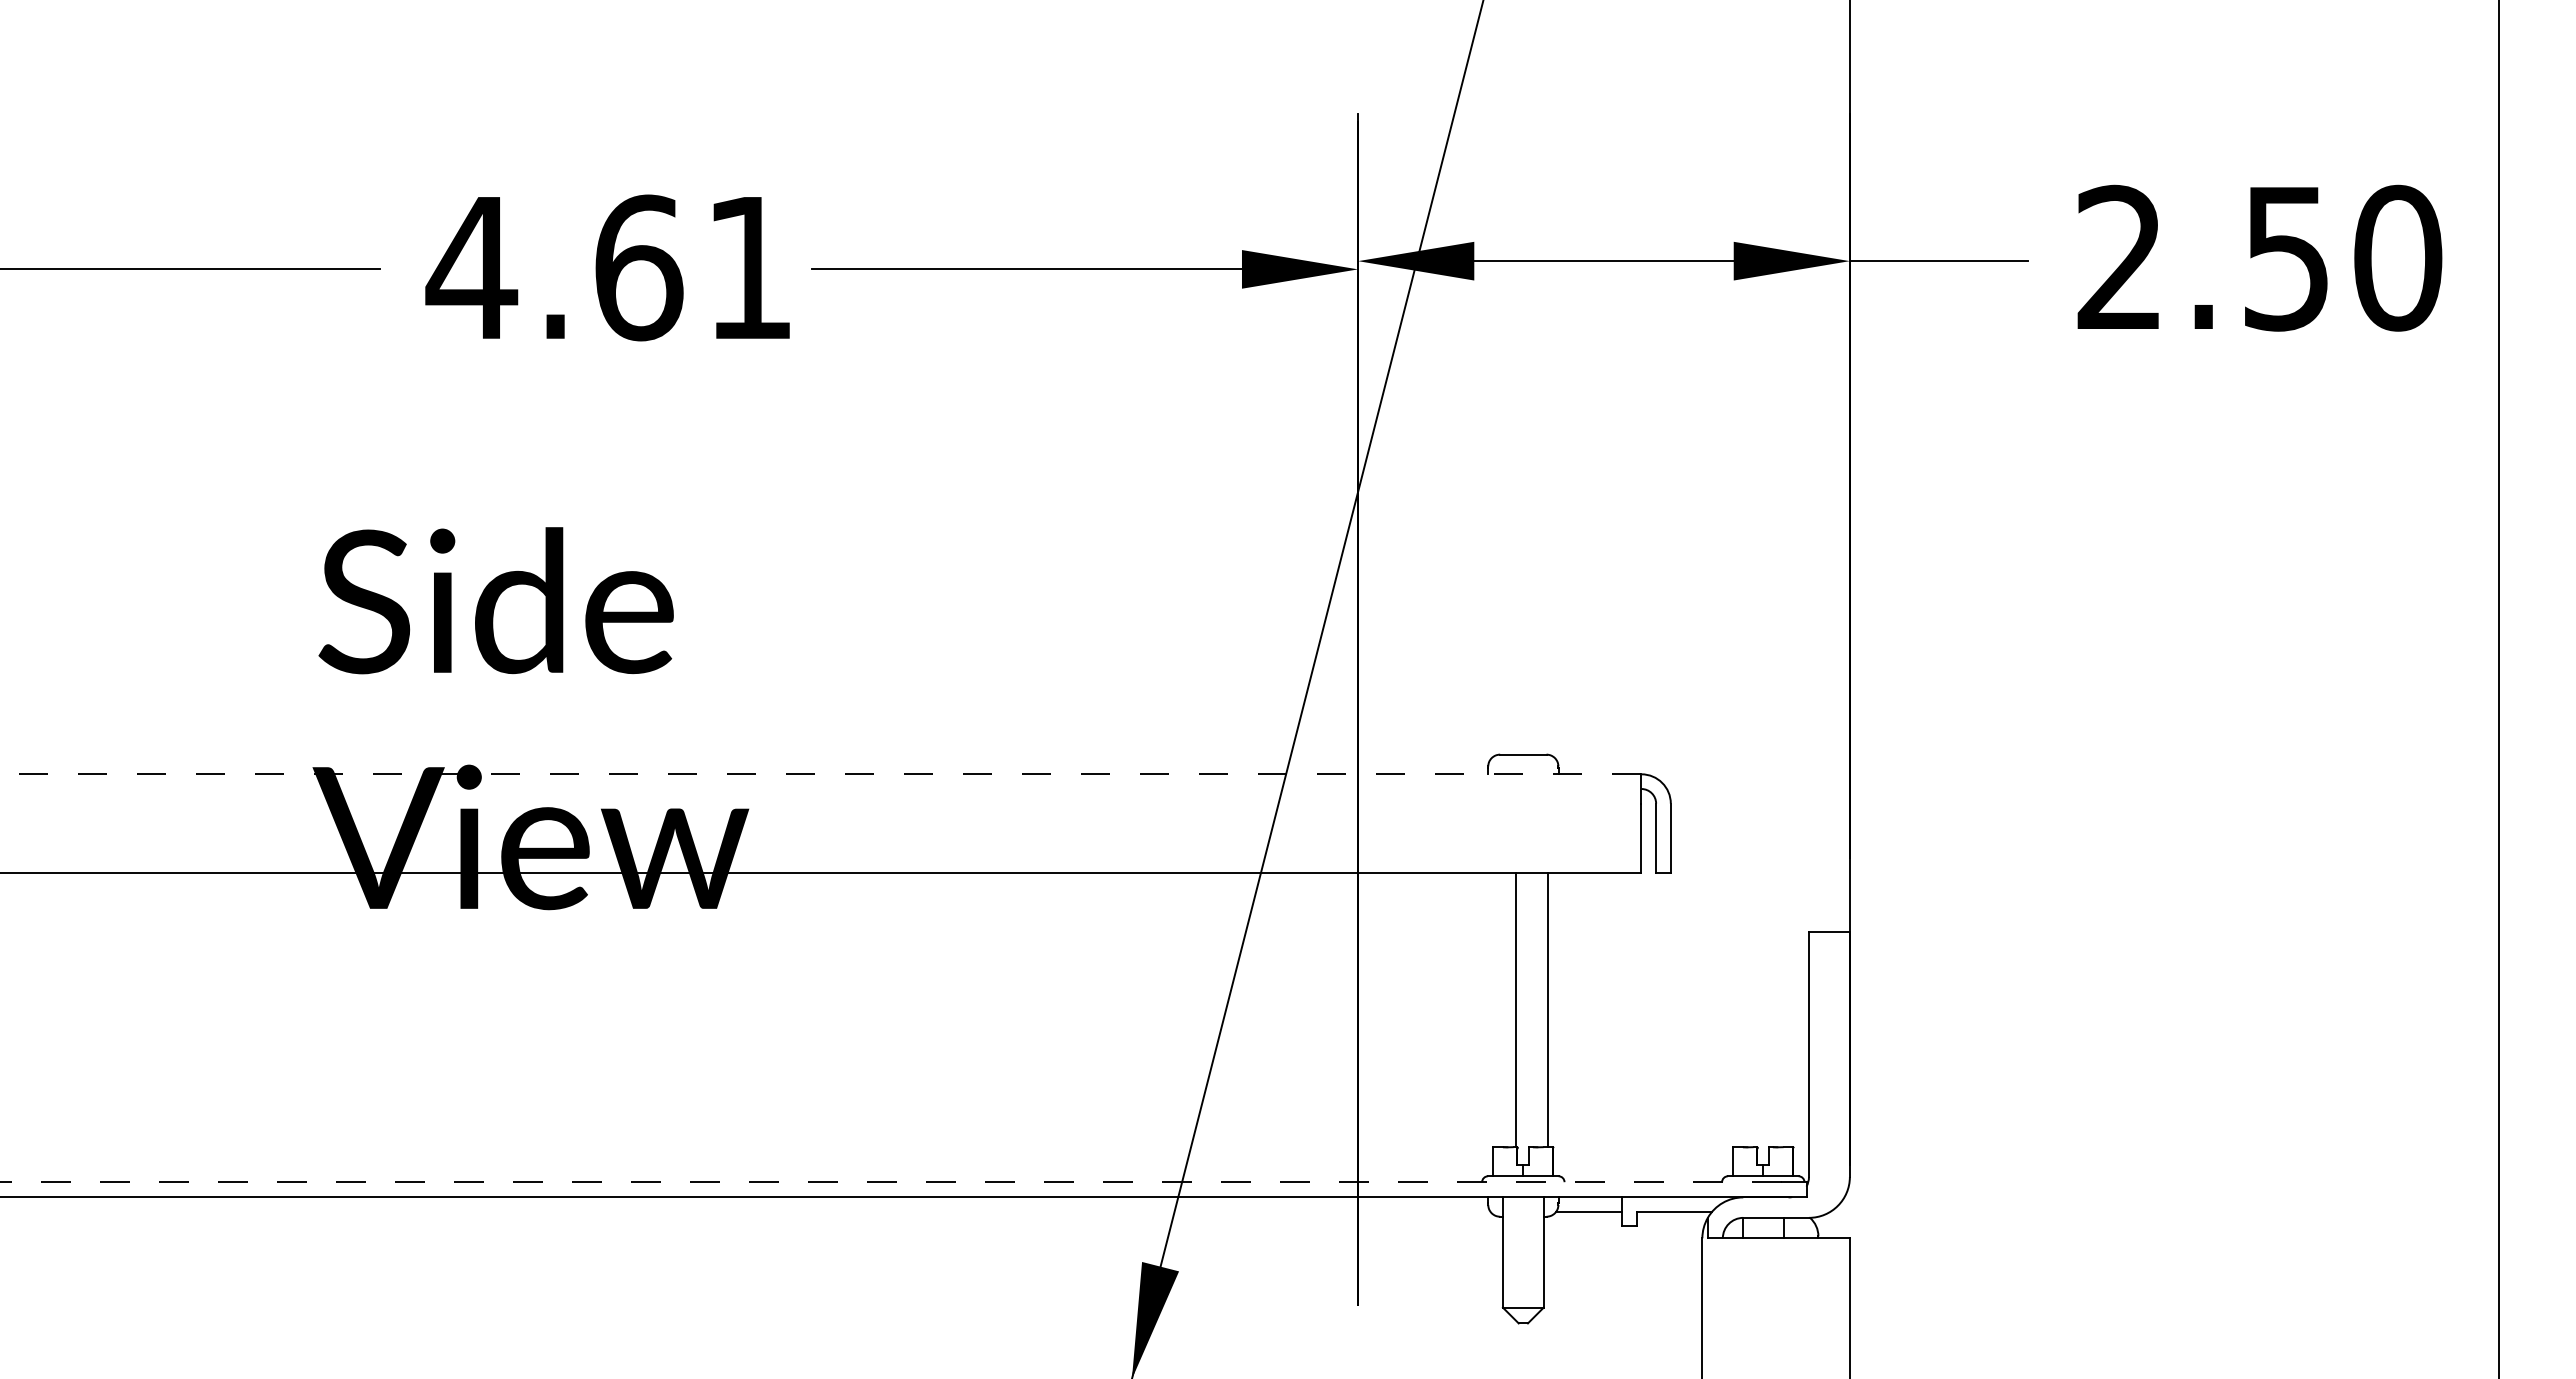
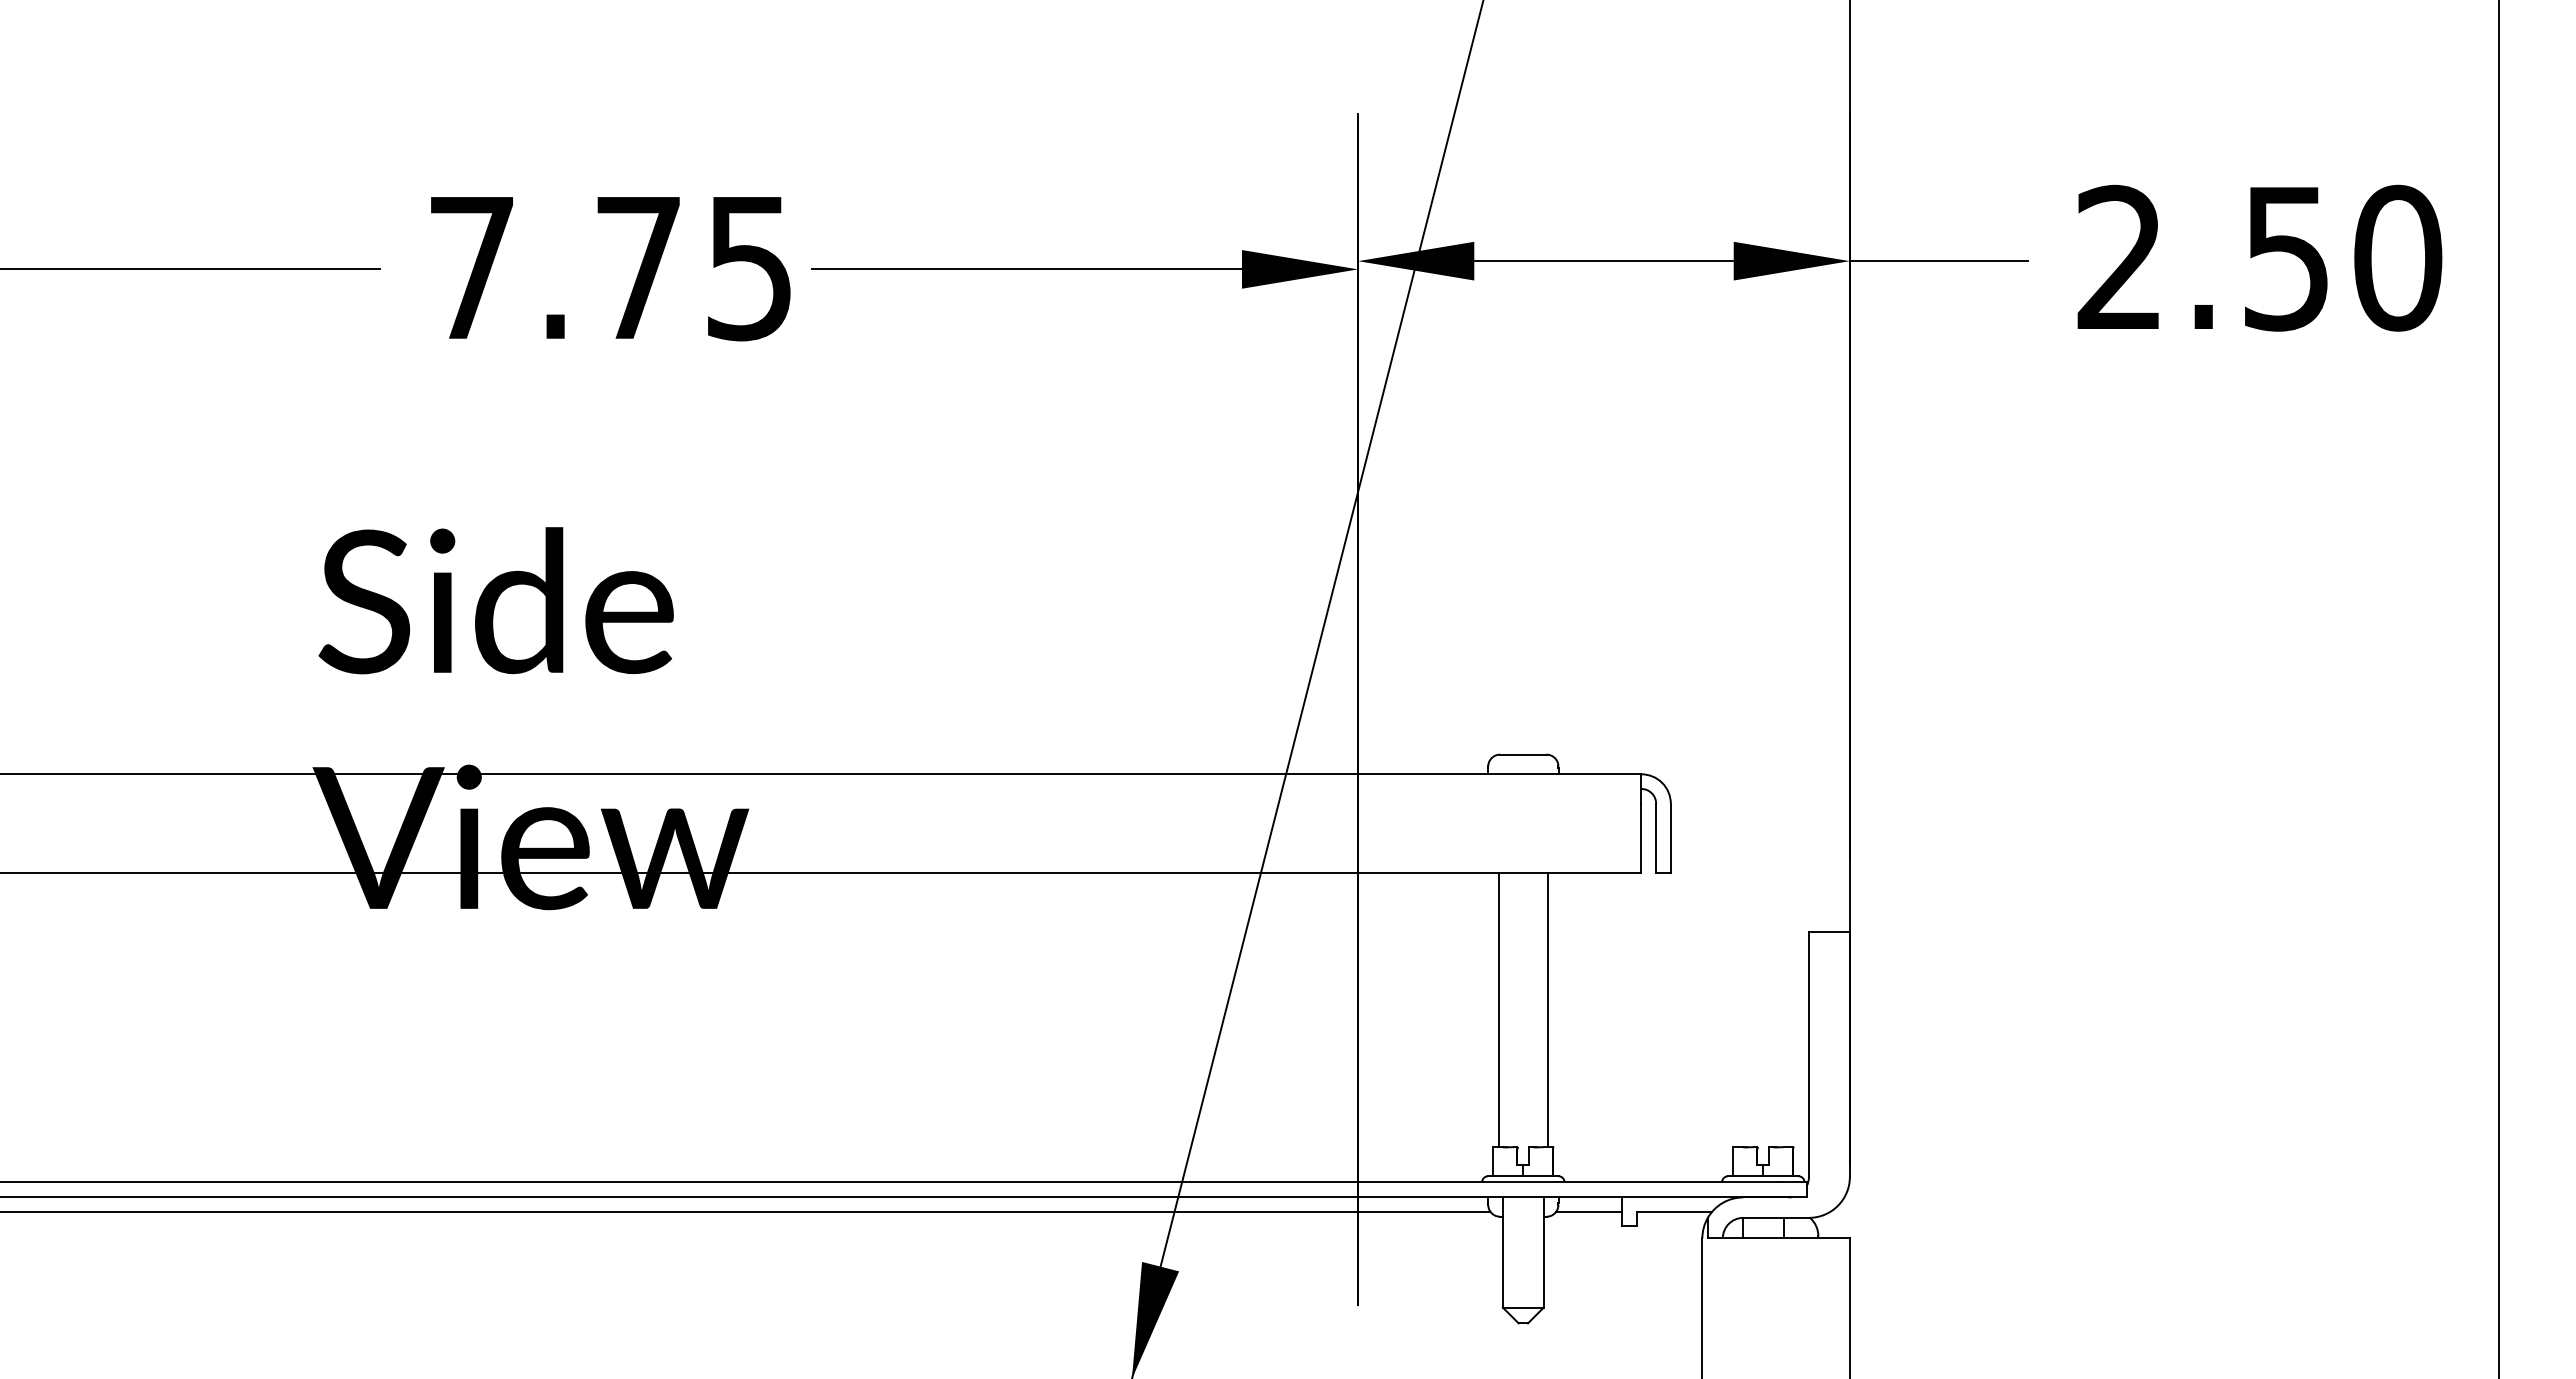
text at (607, 267): 4.61 -> 7.75
line at (820, 774): dashed -> solid
line at (1515, 1009) position: (1515, 1009) -> (1498, 1009)
line at (891, 1182): dashed -> solid
line at (746, 1211): none -> present
